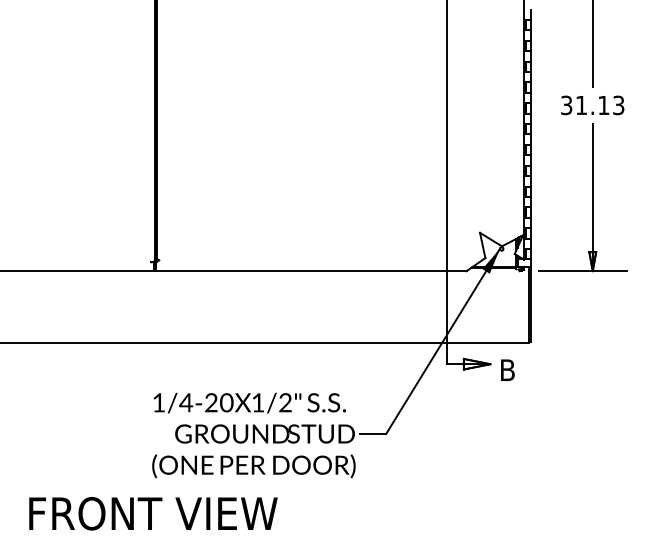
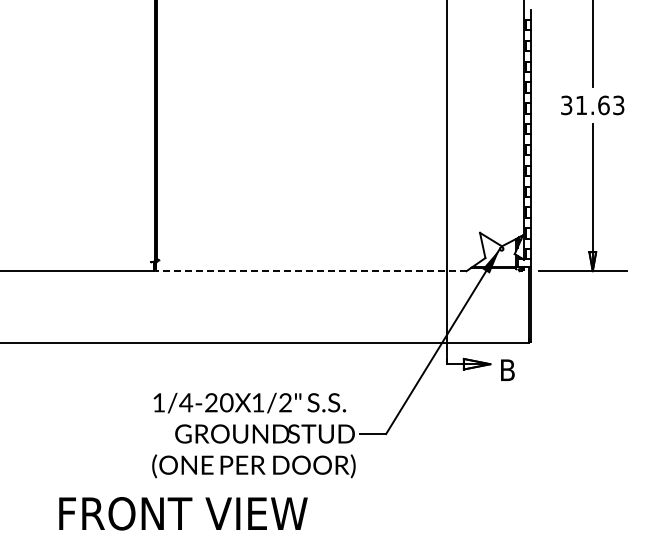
text at (603, 105): 31.13 -> 31.63
line at (310, 271): solid -> dashed
text at (153, 513) position: (153, 513) -> (183, 513)
